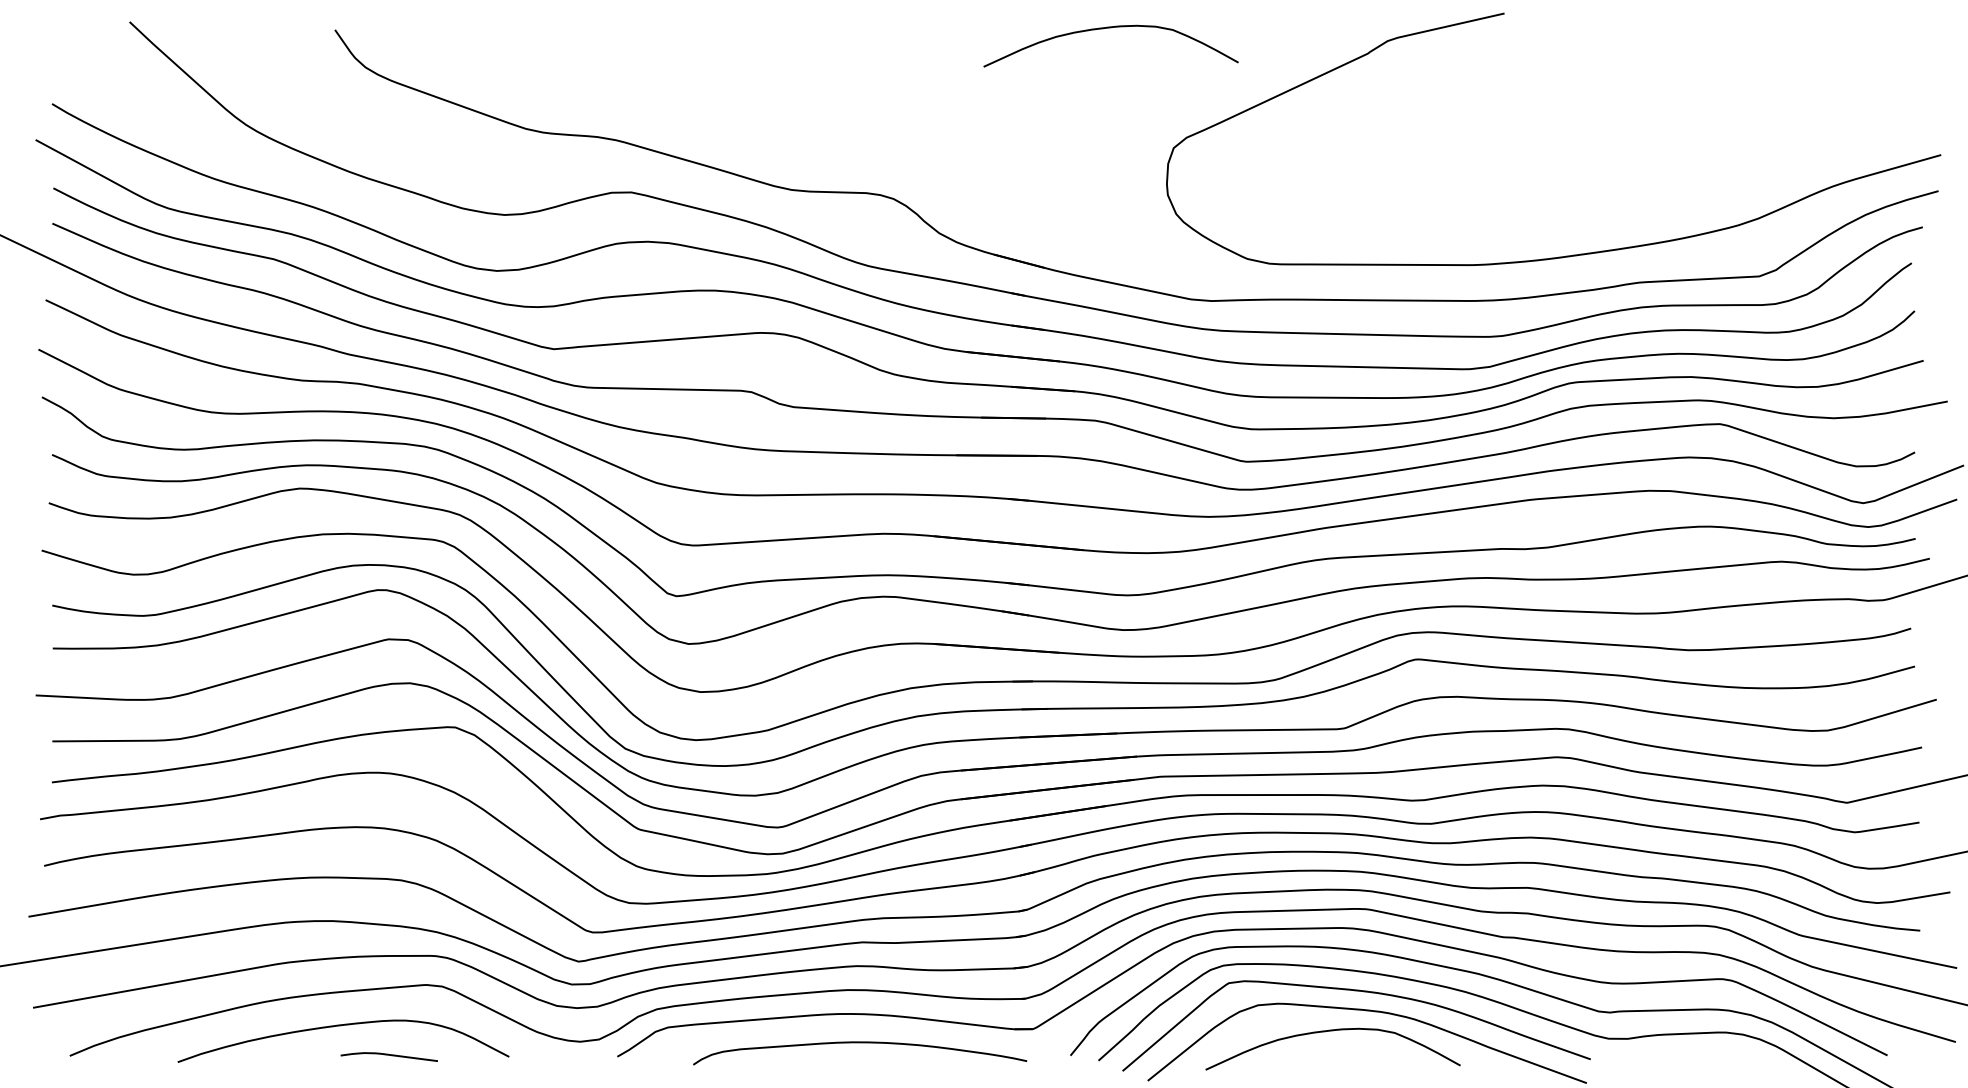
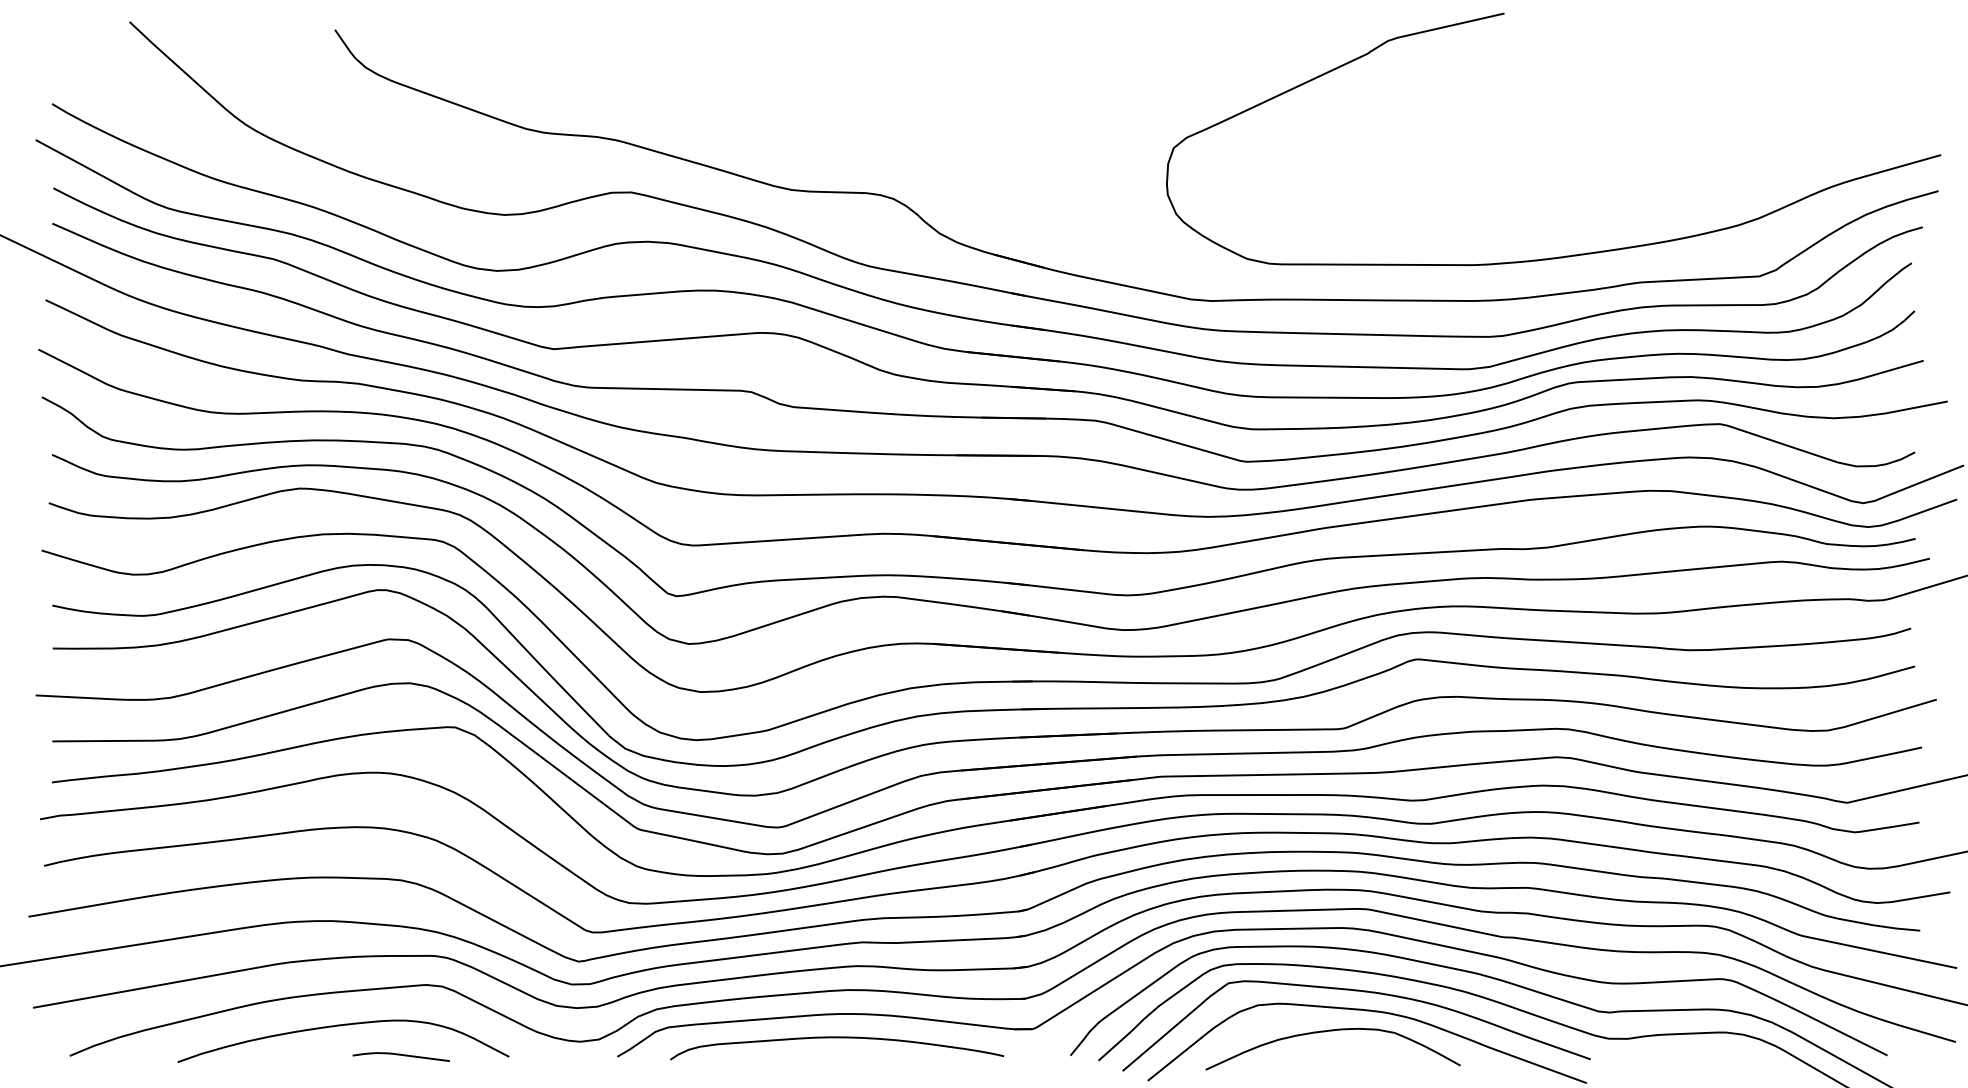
curve at (1110, 28): present -> none
curve at (860, 1043) position: (860, 1043) -> (837, 1038)
curve at (388, 1055) position: (388, 1055) -> (400, 1055)
